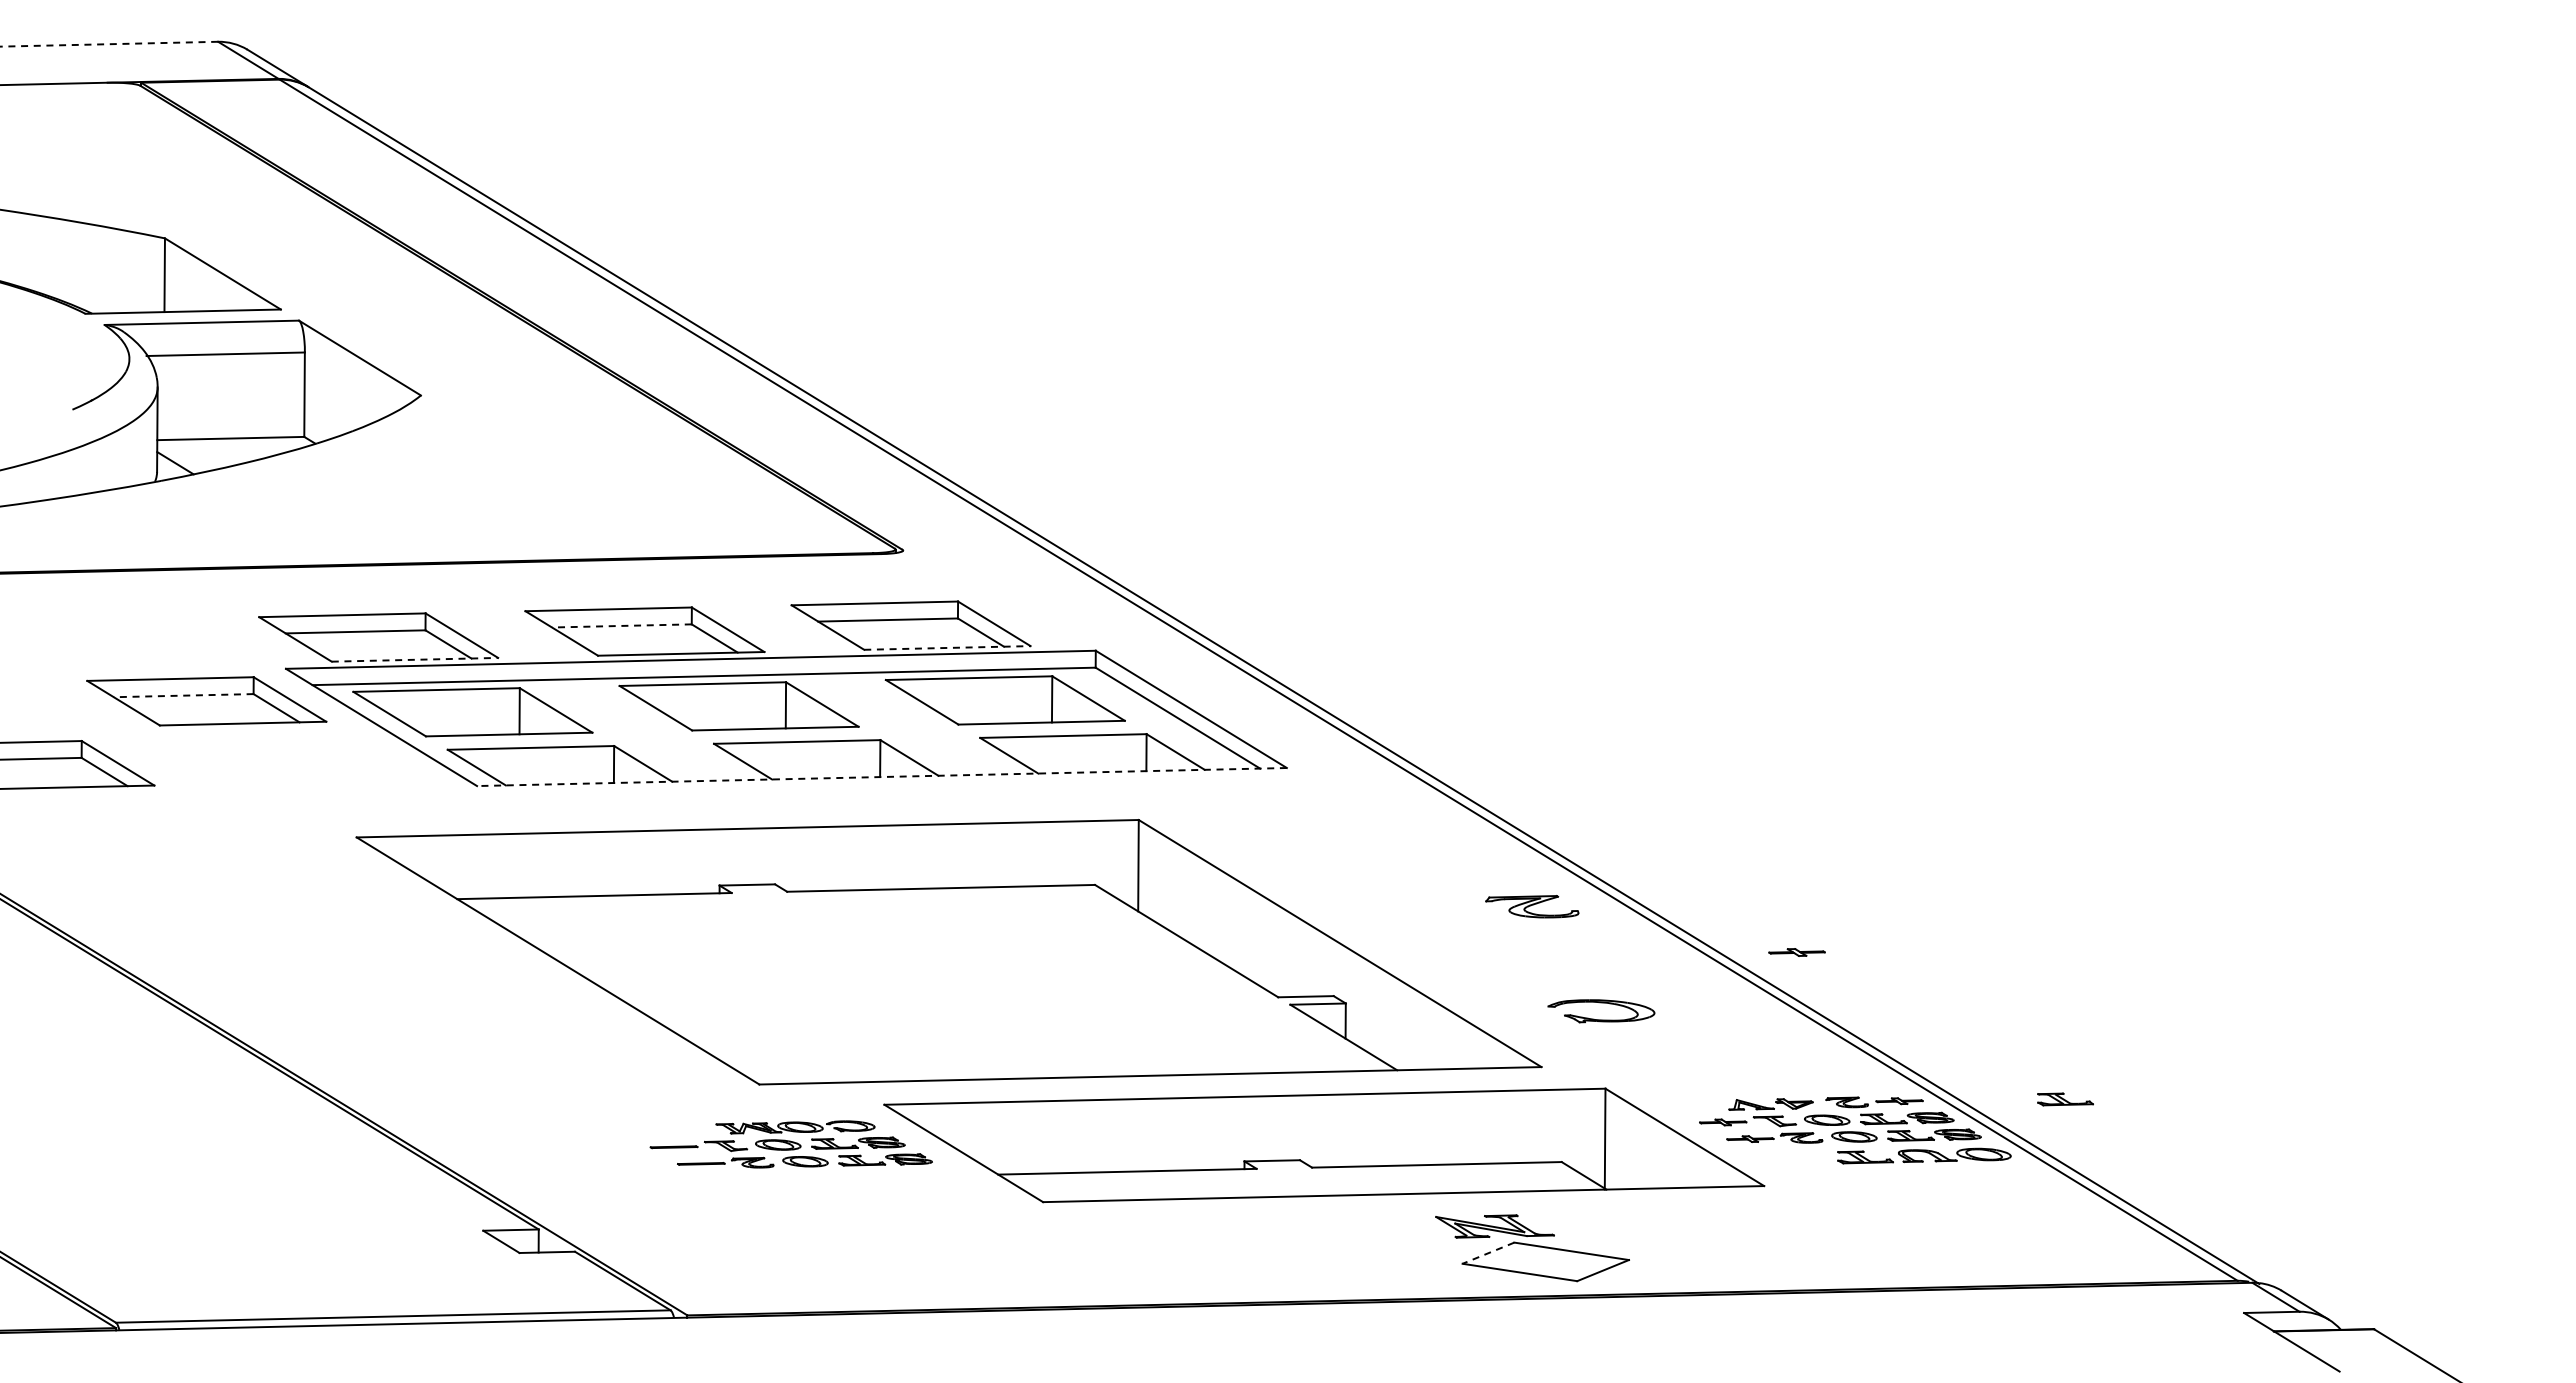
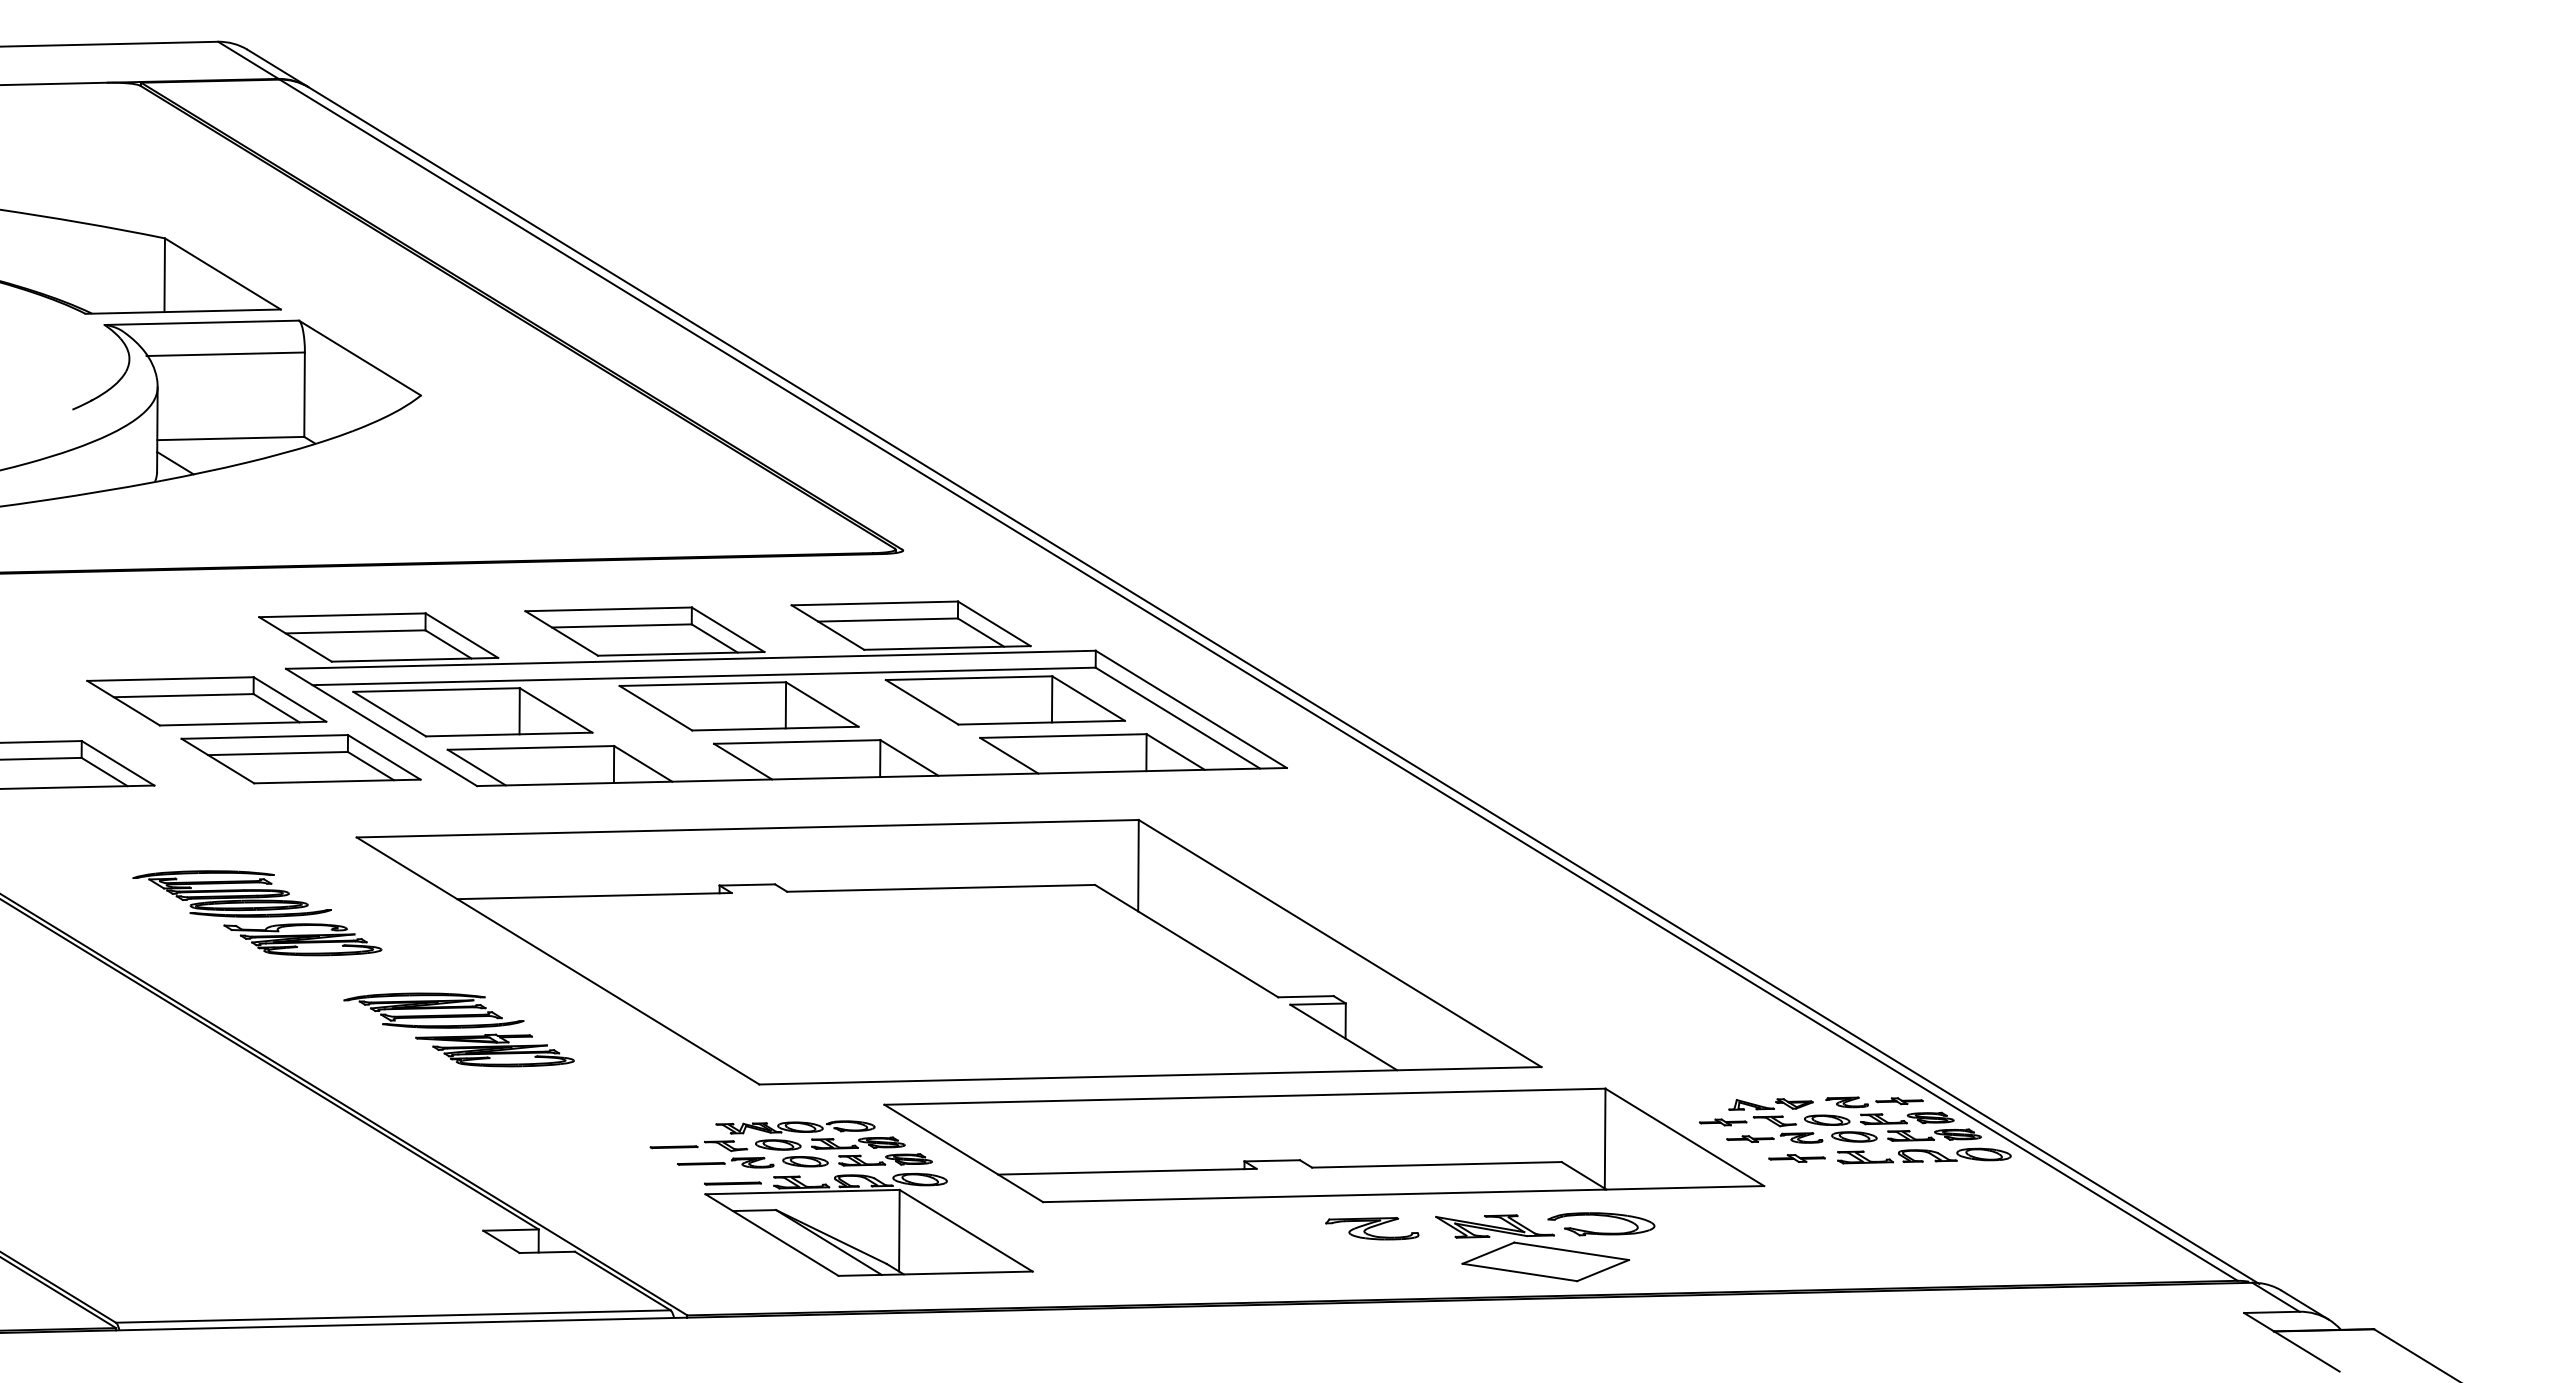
line at (109, 44): dashed -> solid
line at (621, 625): dashed -> solid
line at (947, 647): dashed -> solid
line at (415, 659): dashed -> solid
line at (183, 695): dashed -> solid
part at (300, 759): none -> present
line at (881, 777): dashed -> solid
part at (1532, 906) position: (1532, 906) -> (1372, 1228)
part at (257, 913): none -> present
part at (1796, 952) position: (1796, 952) -> (1796, 1158)
part at (1601, 1003) position: (1601, 1003) -> (1601, 1216)
part at (458, 1029): none -> present
part at (2065, 1099): present -> none
part at (868, 1224): none -> present
line at (1488, 1253): dashed -> solid
